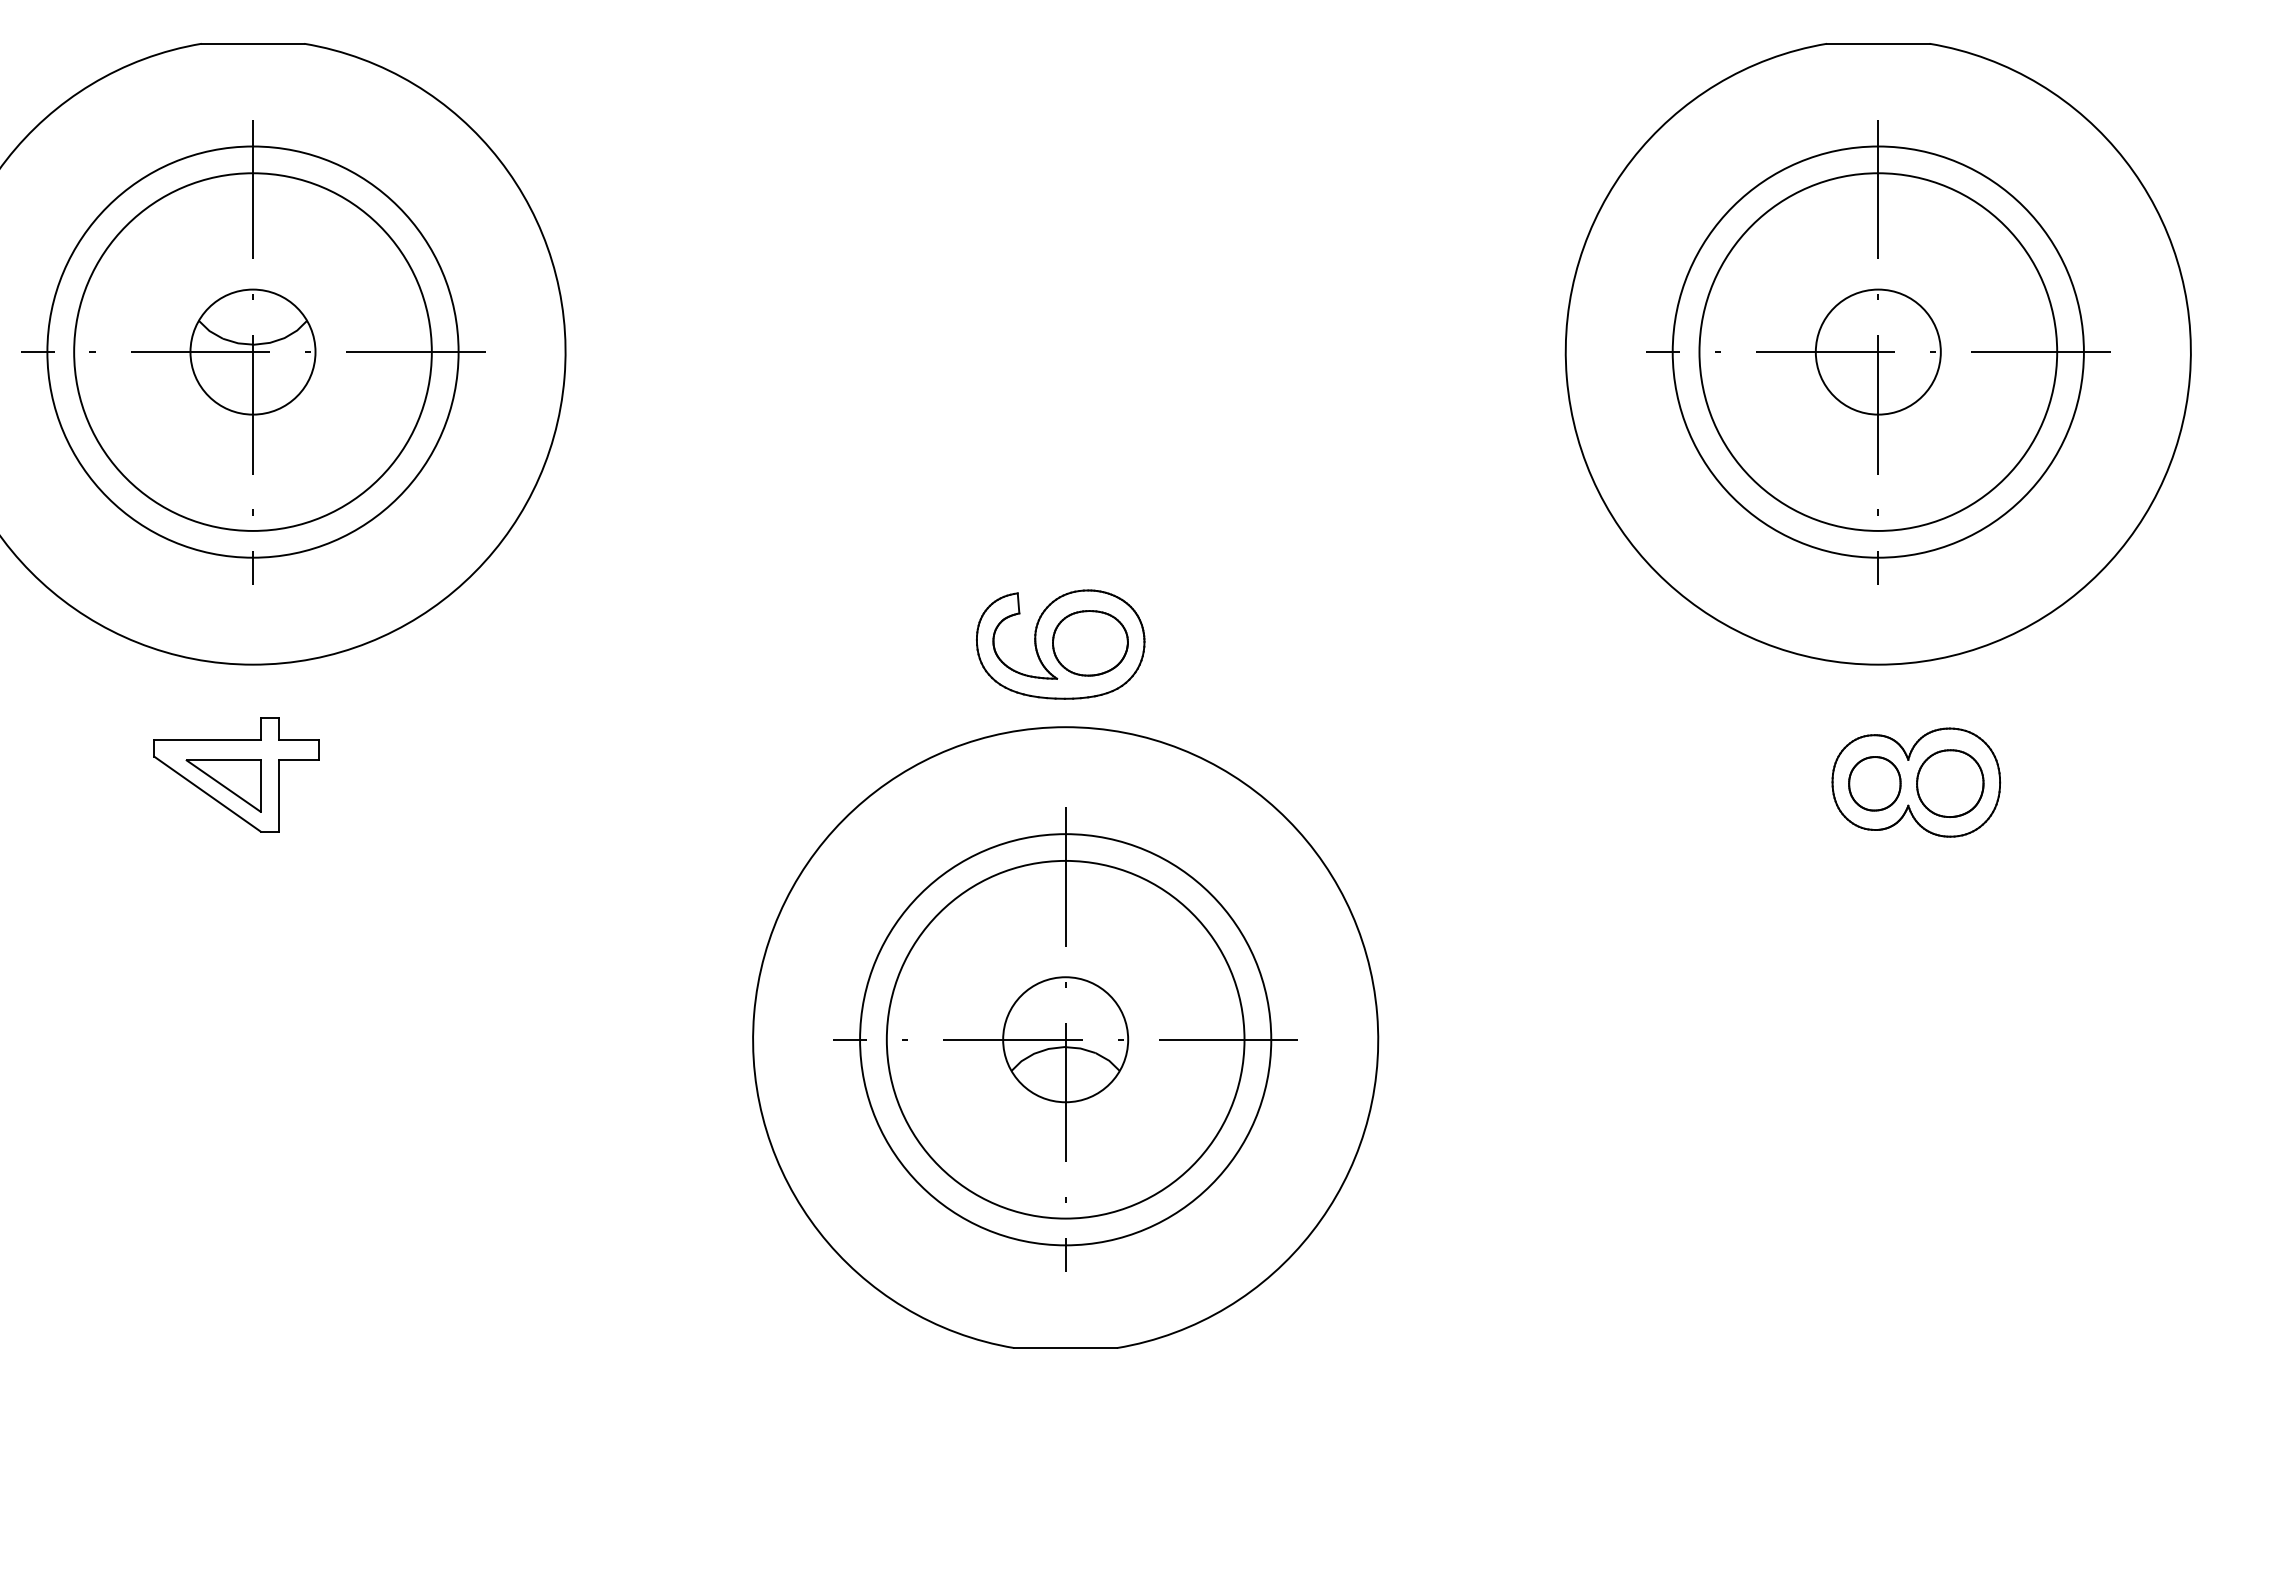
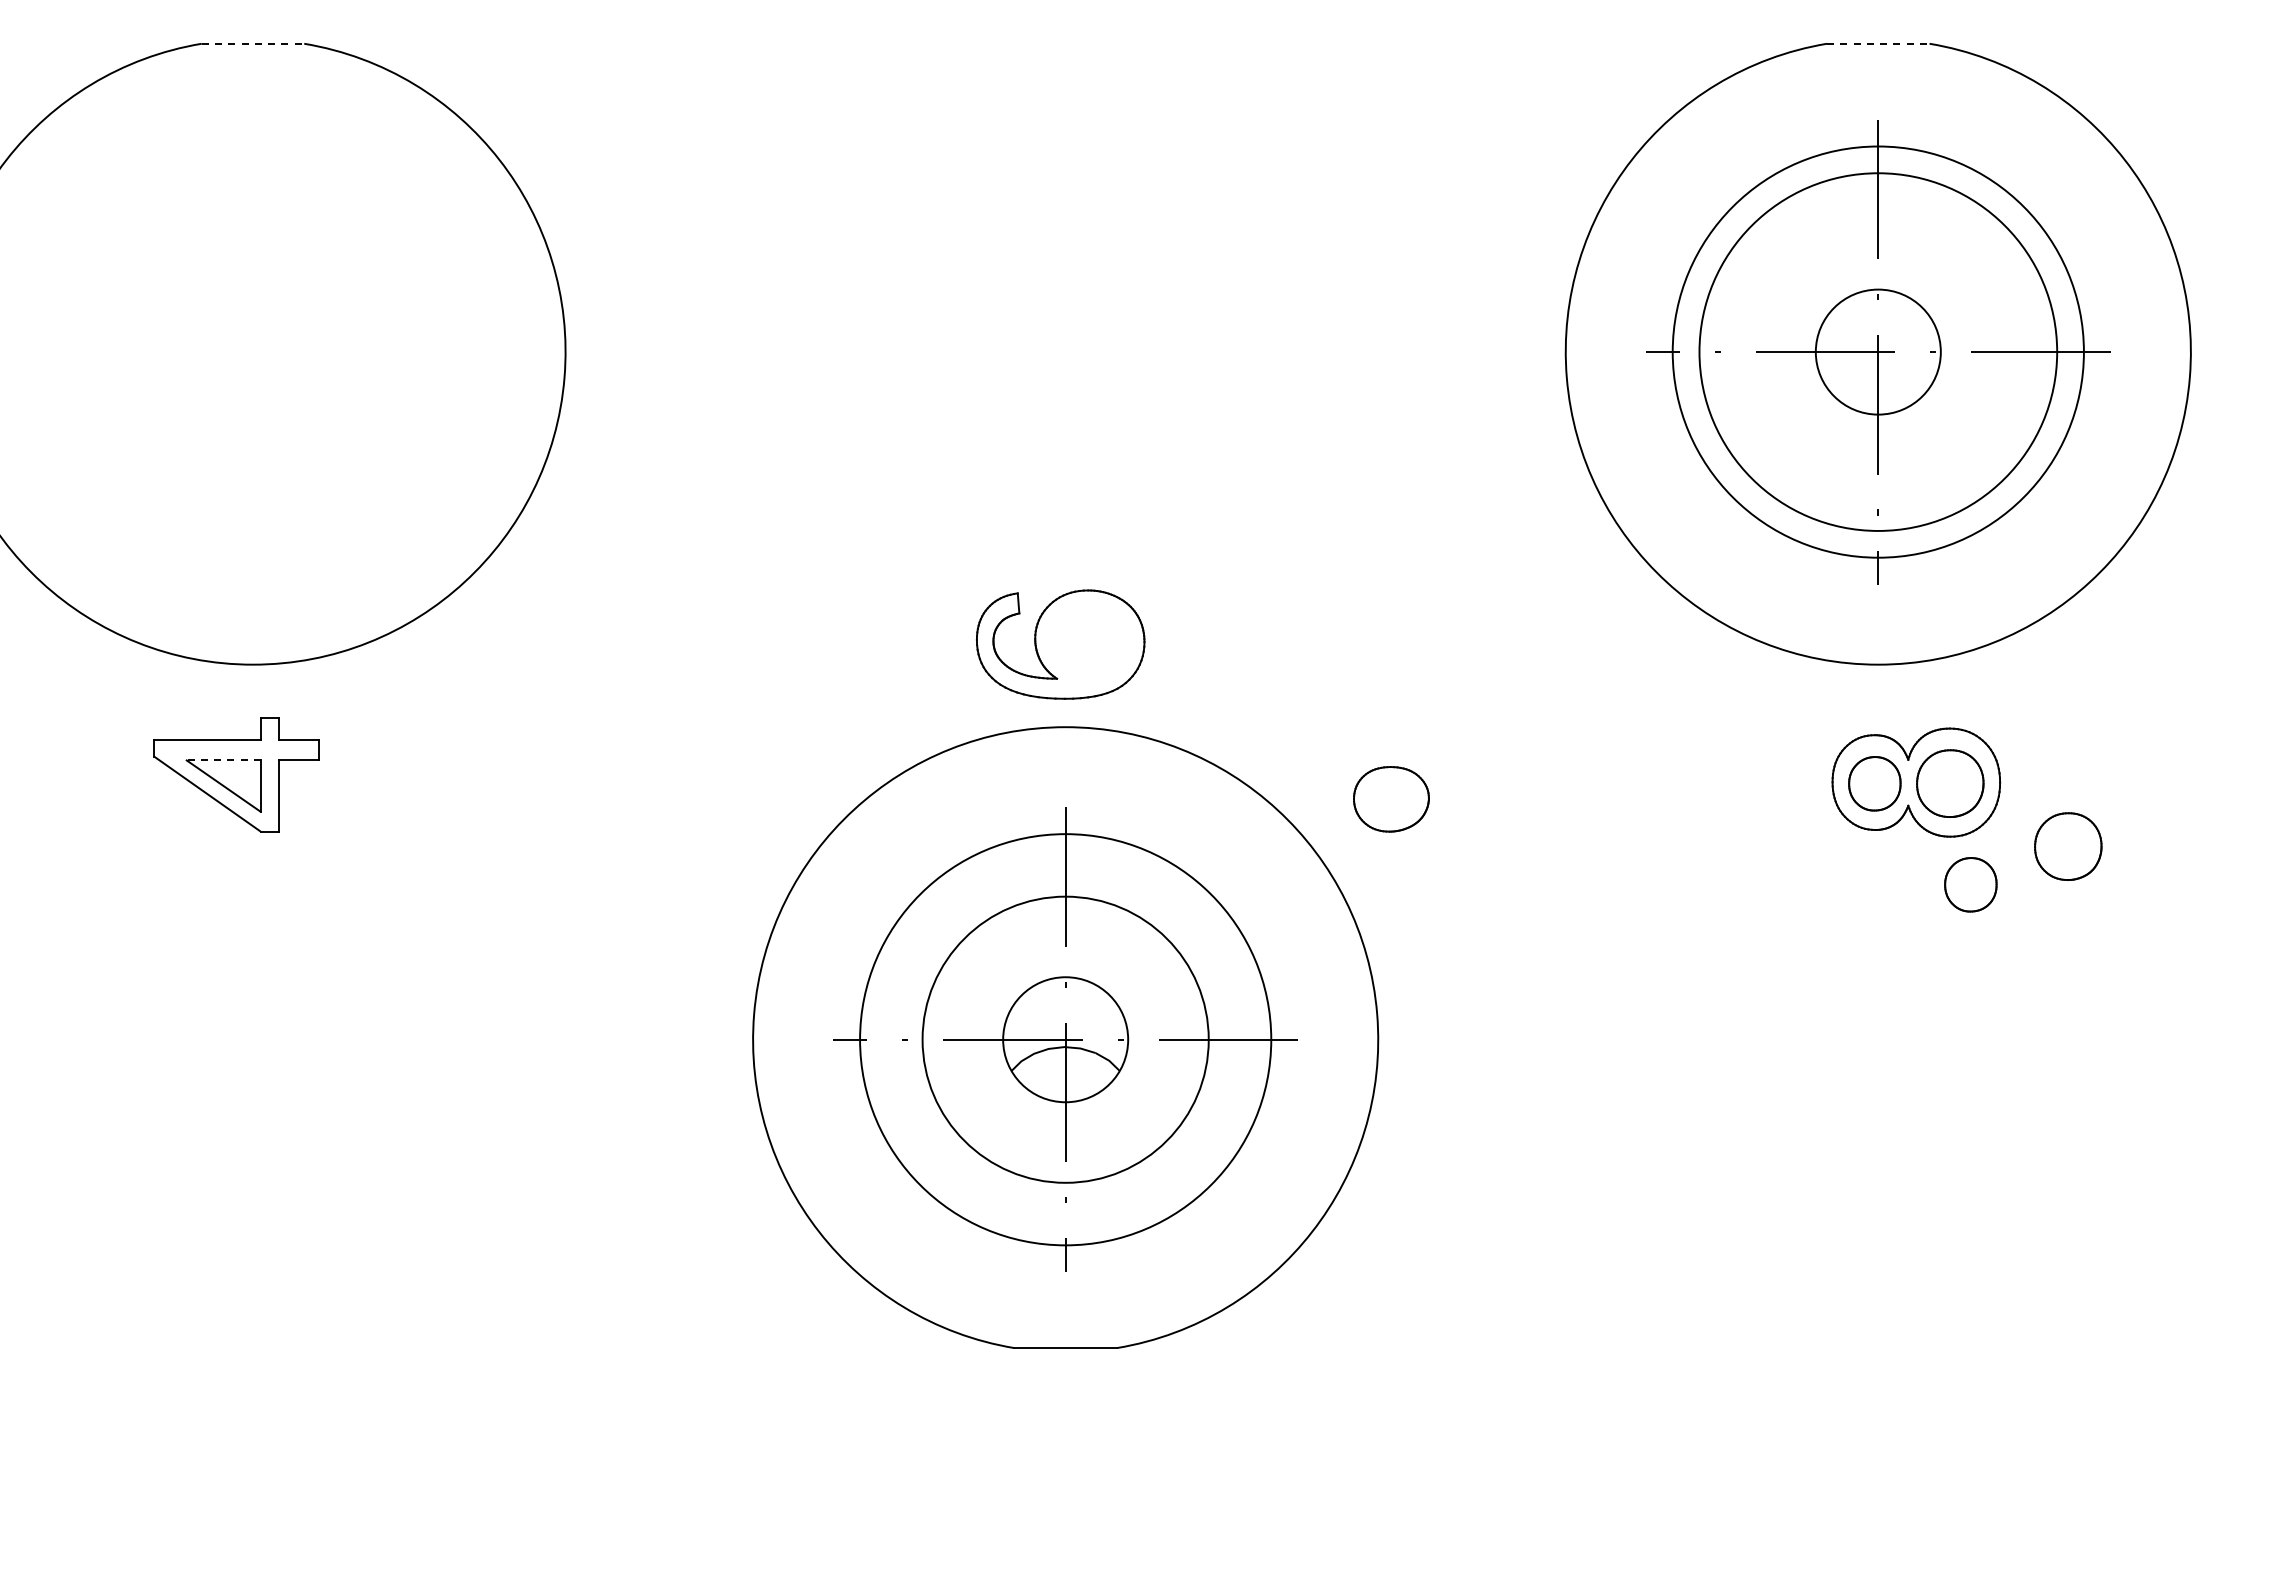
line at (253, 43): solid -> dashed
line at (1878, 43): solid -> dashed
part at (253, 352): present -> none
part at (1090, 643) position: (1090, 643) -> (1391, 799)
line at (223, 760): solid -> dashed
part at (2068, 846): none -> present
part at (1970, 884): none -> present
circle at (1065, 1039) diameter: 358 px -> 286 px
